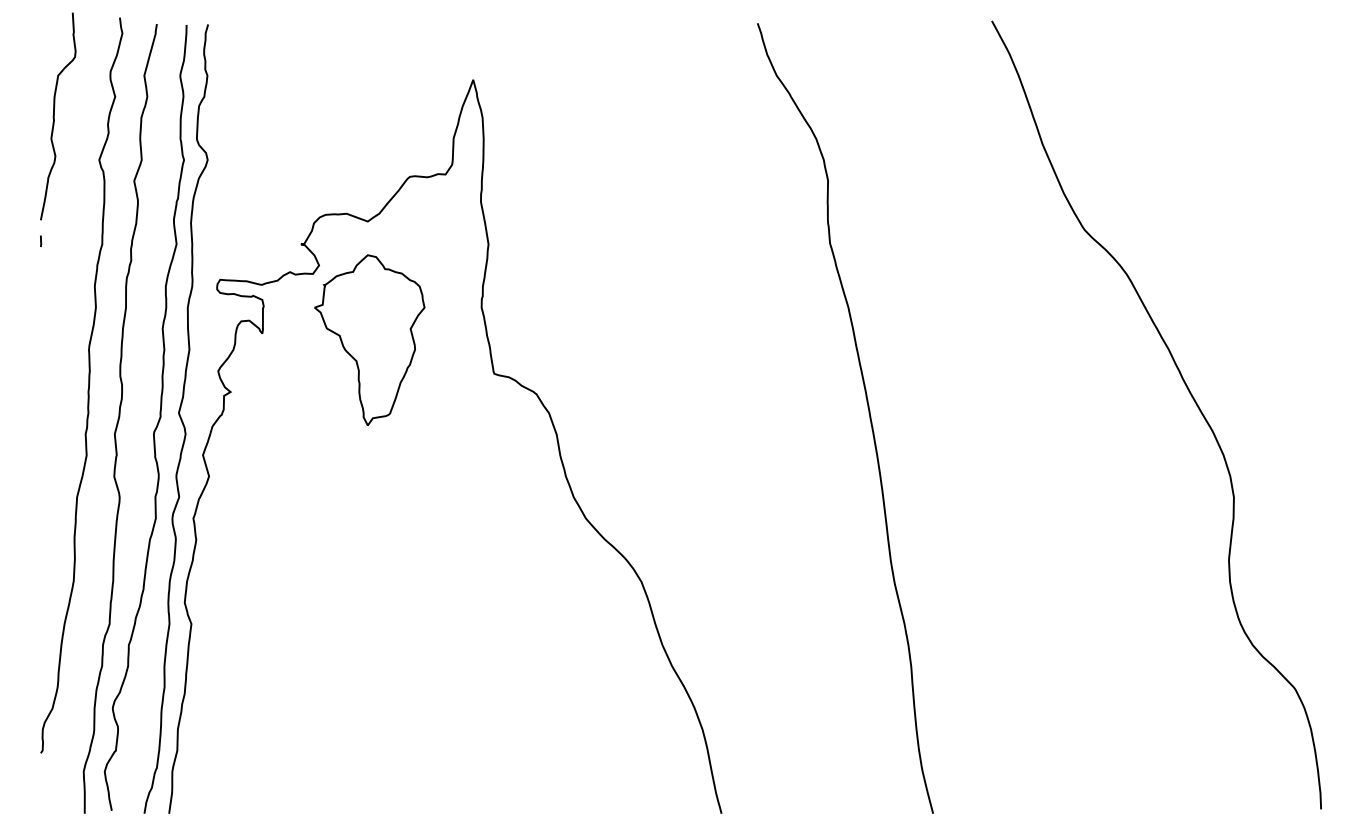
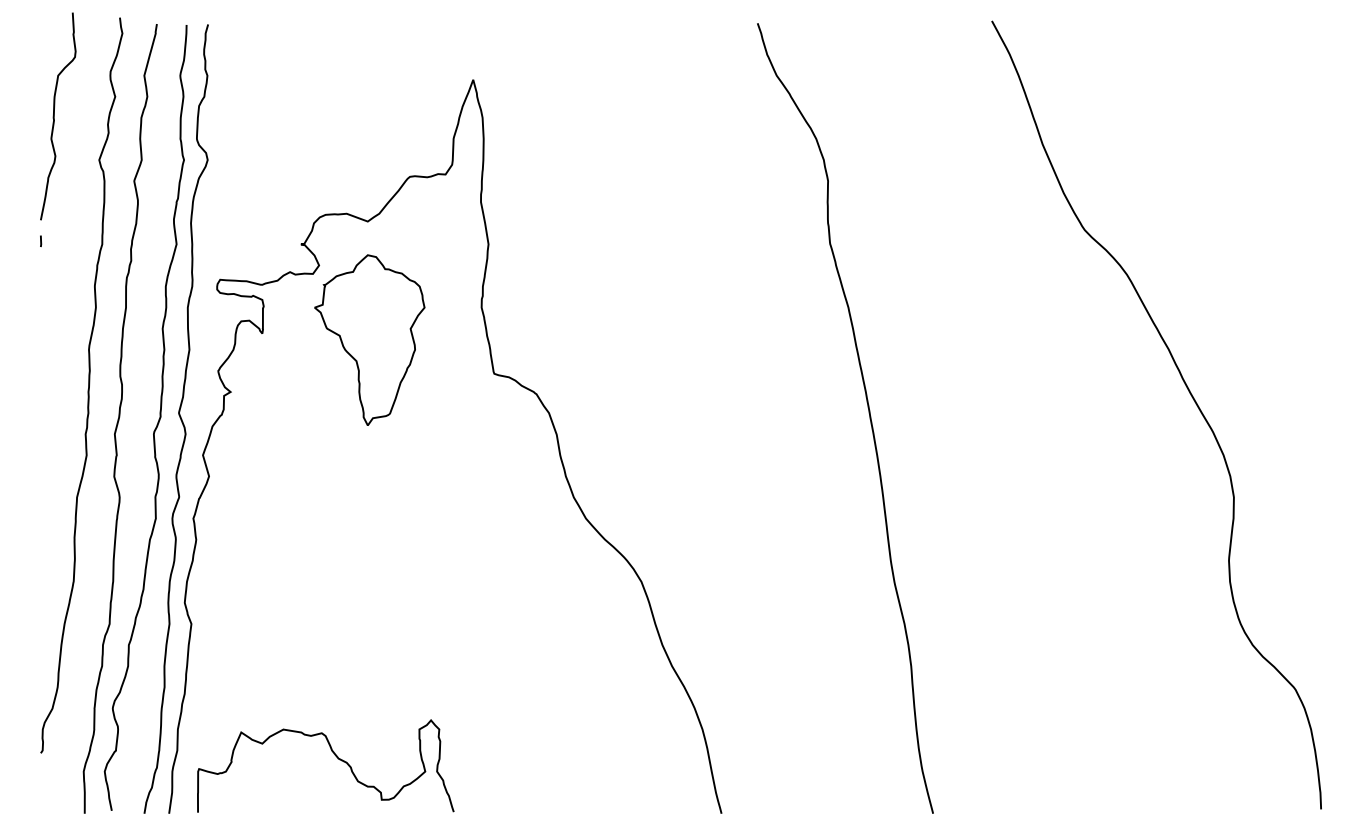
curve at (334, 755): none -> present
